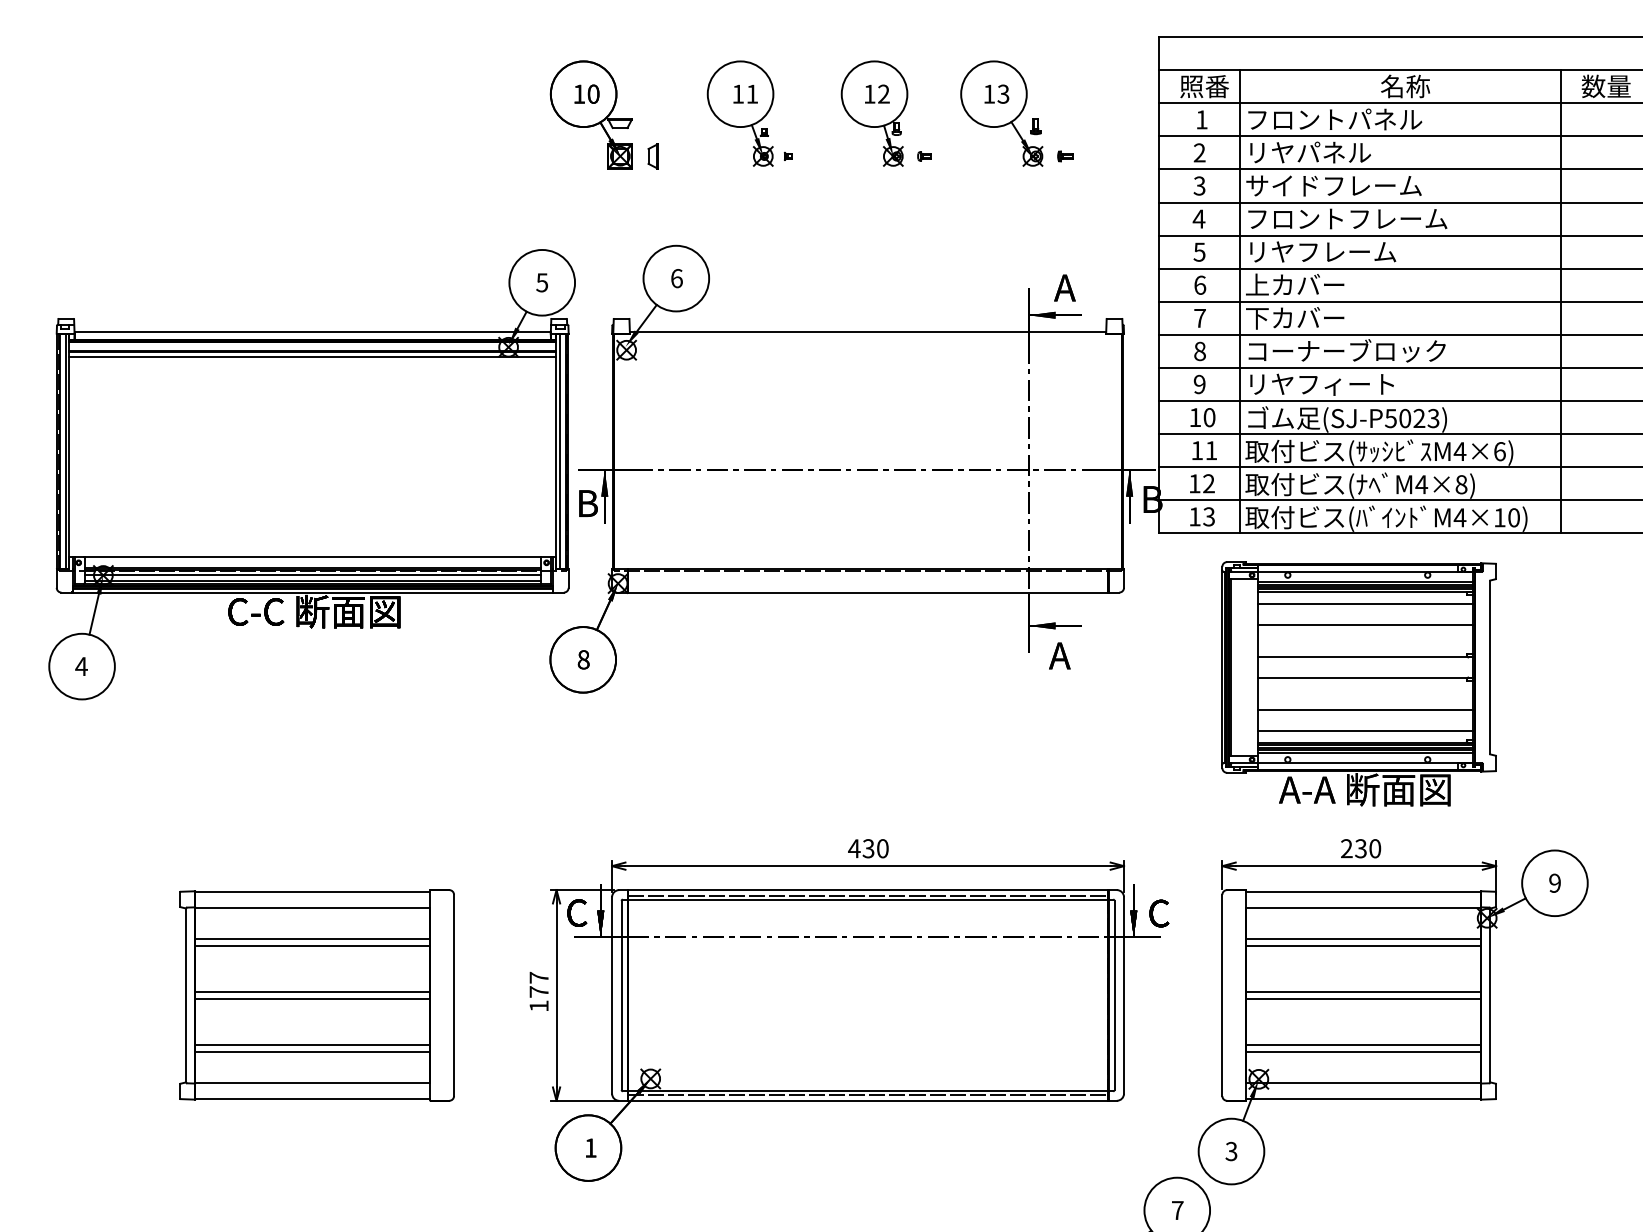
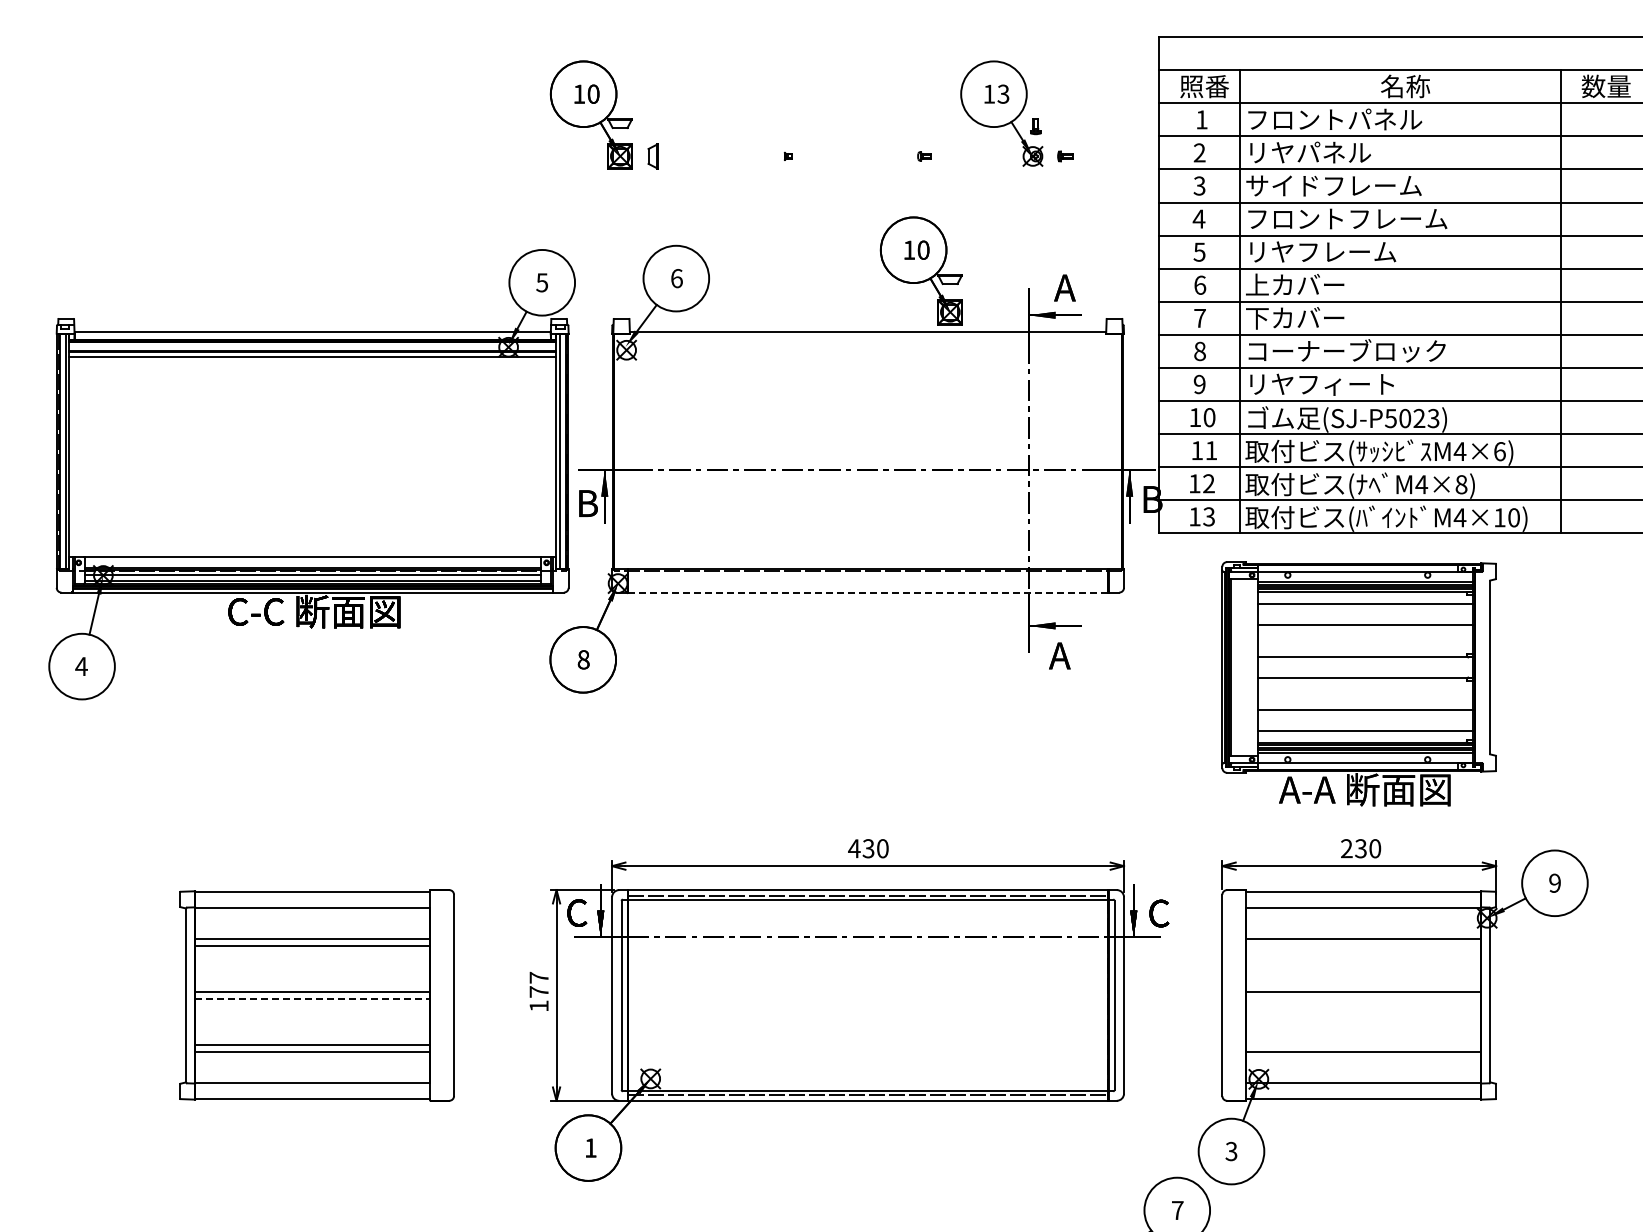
part at (740, 113): present -> none
part at (874, 113): present -> none
part at (920, 270): none -> present
line at (868, 592): solid -> dashed
line at (1363, 945): present -> none
line at (312, 998): solid -> dashed
line at (1363, 998): present -> none
line at (1363, 1045): present -> none
